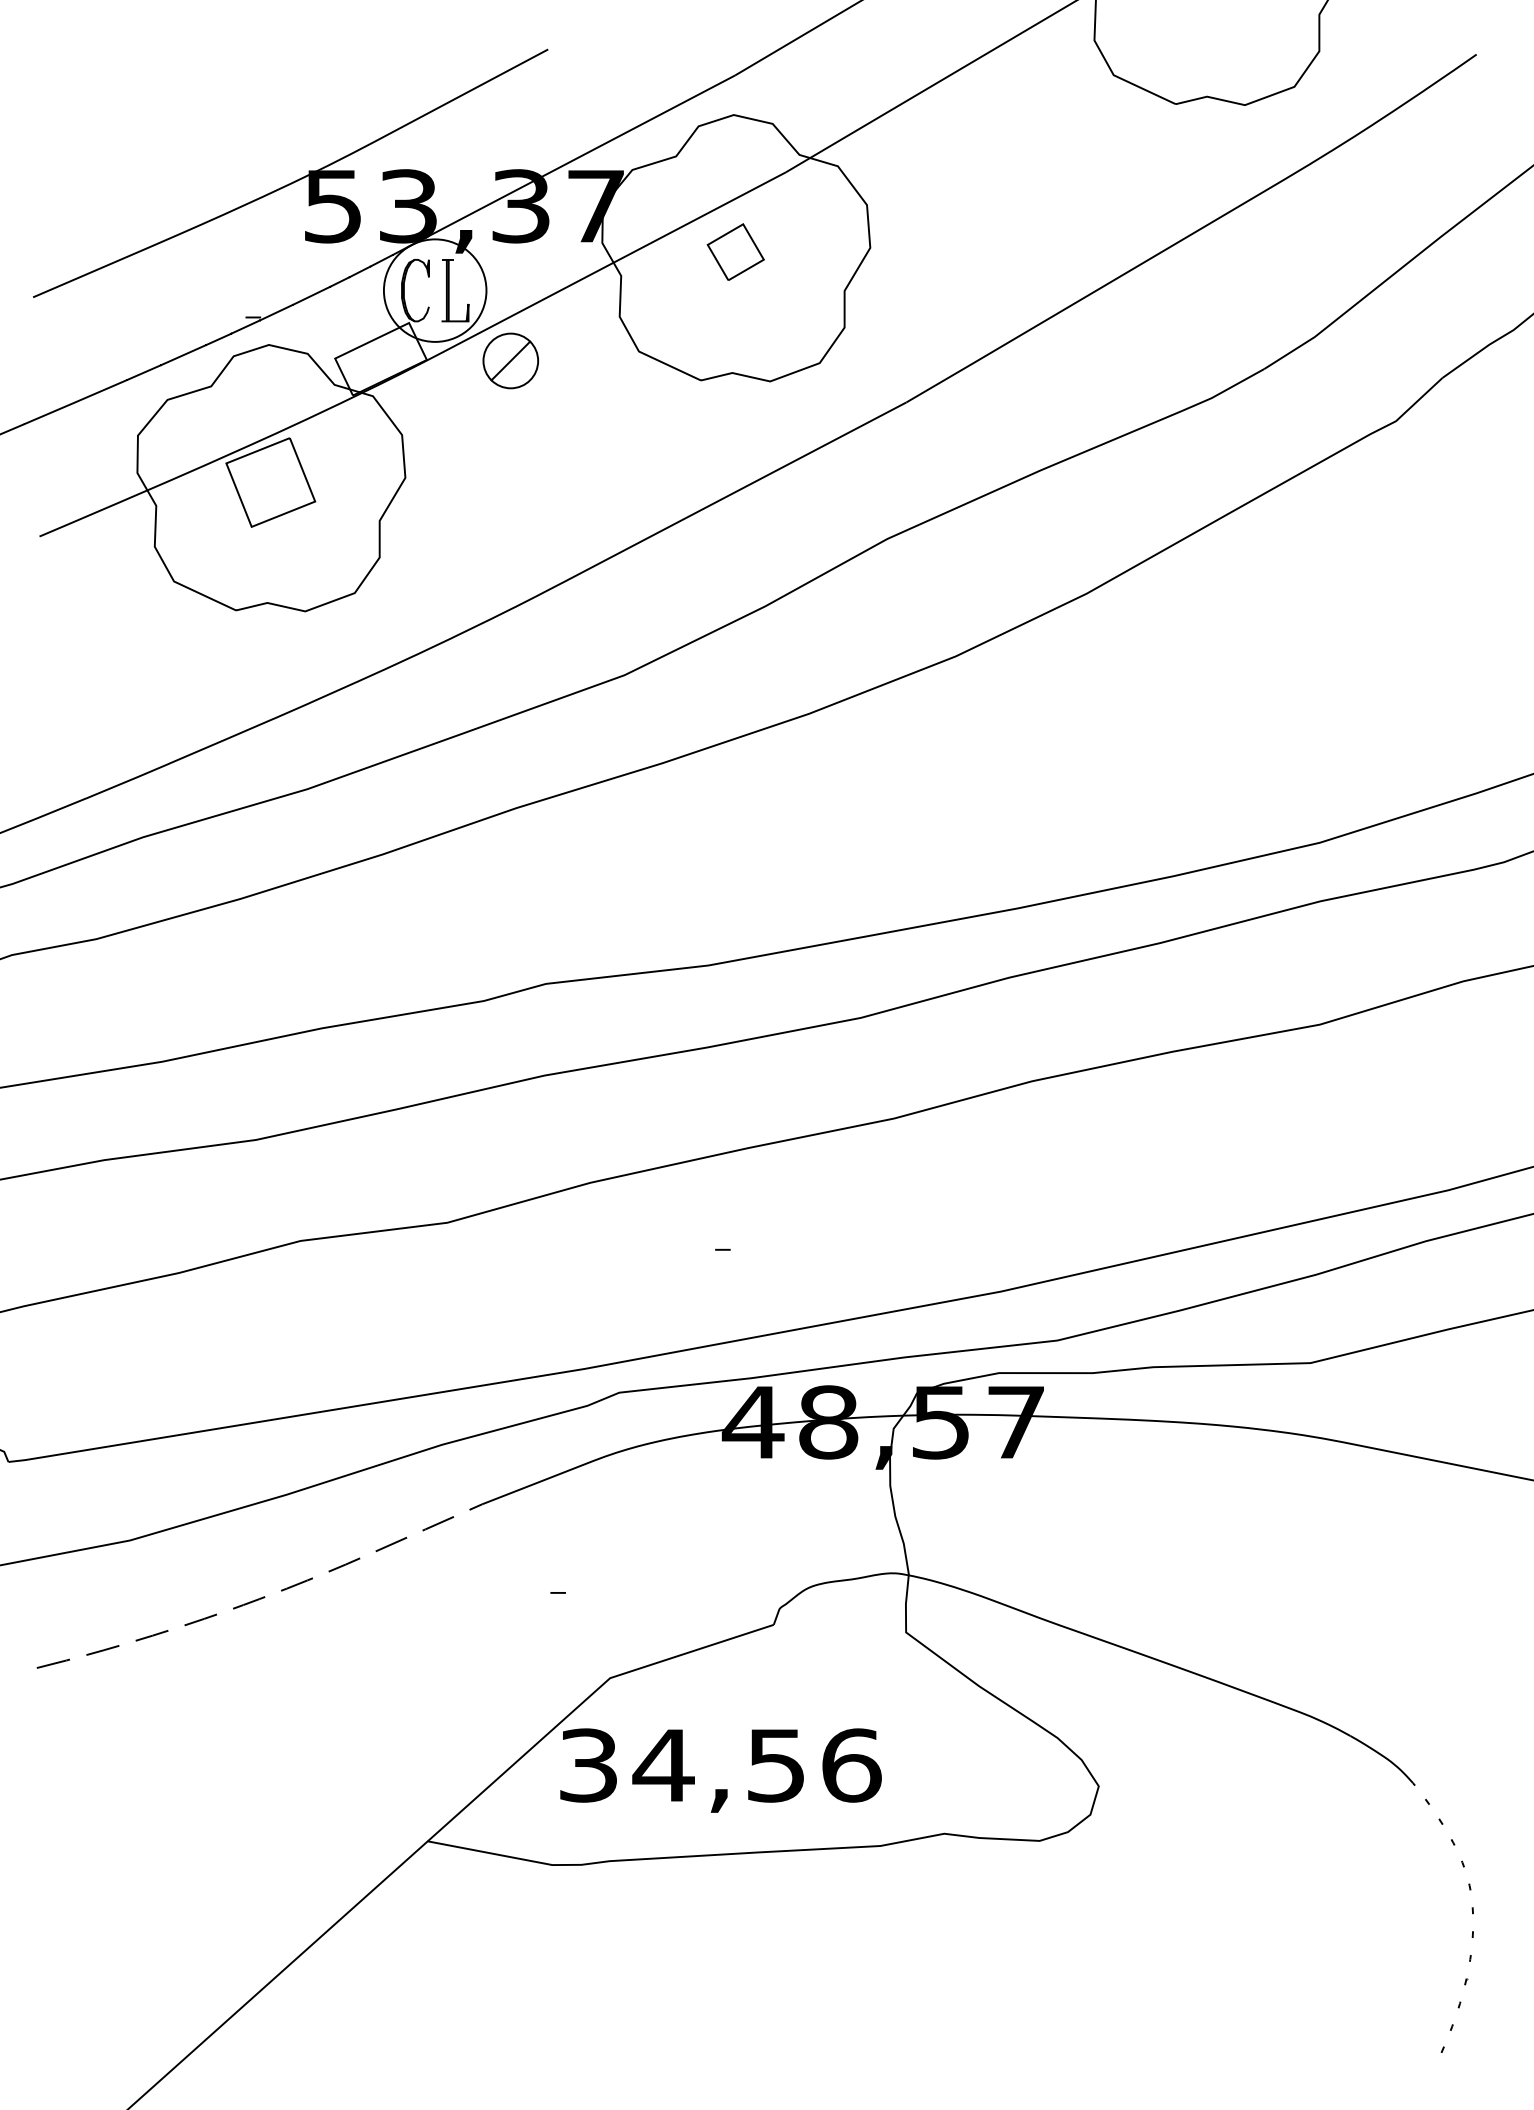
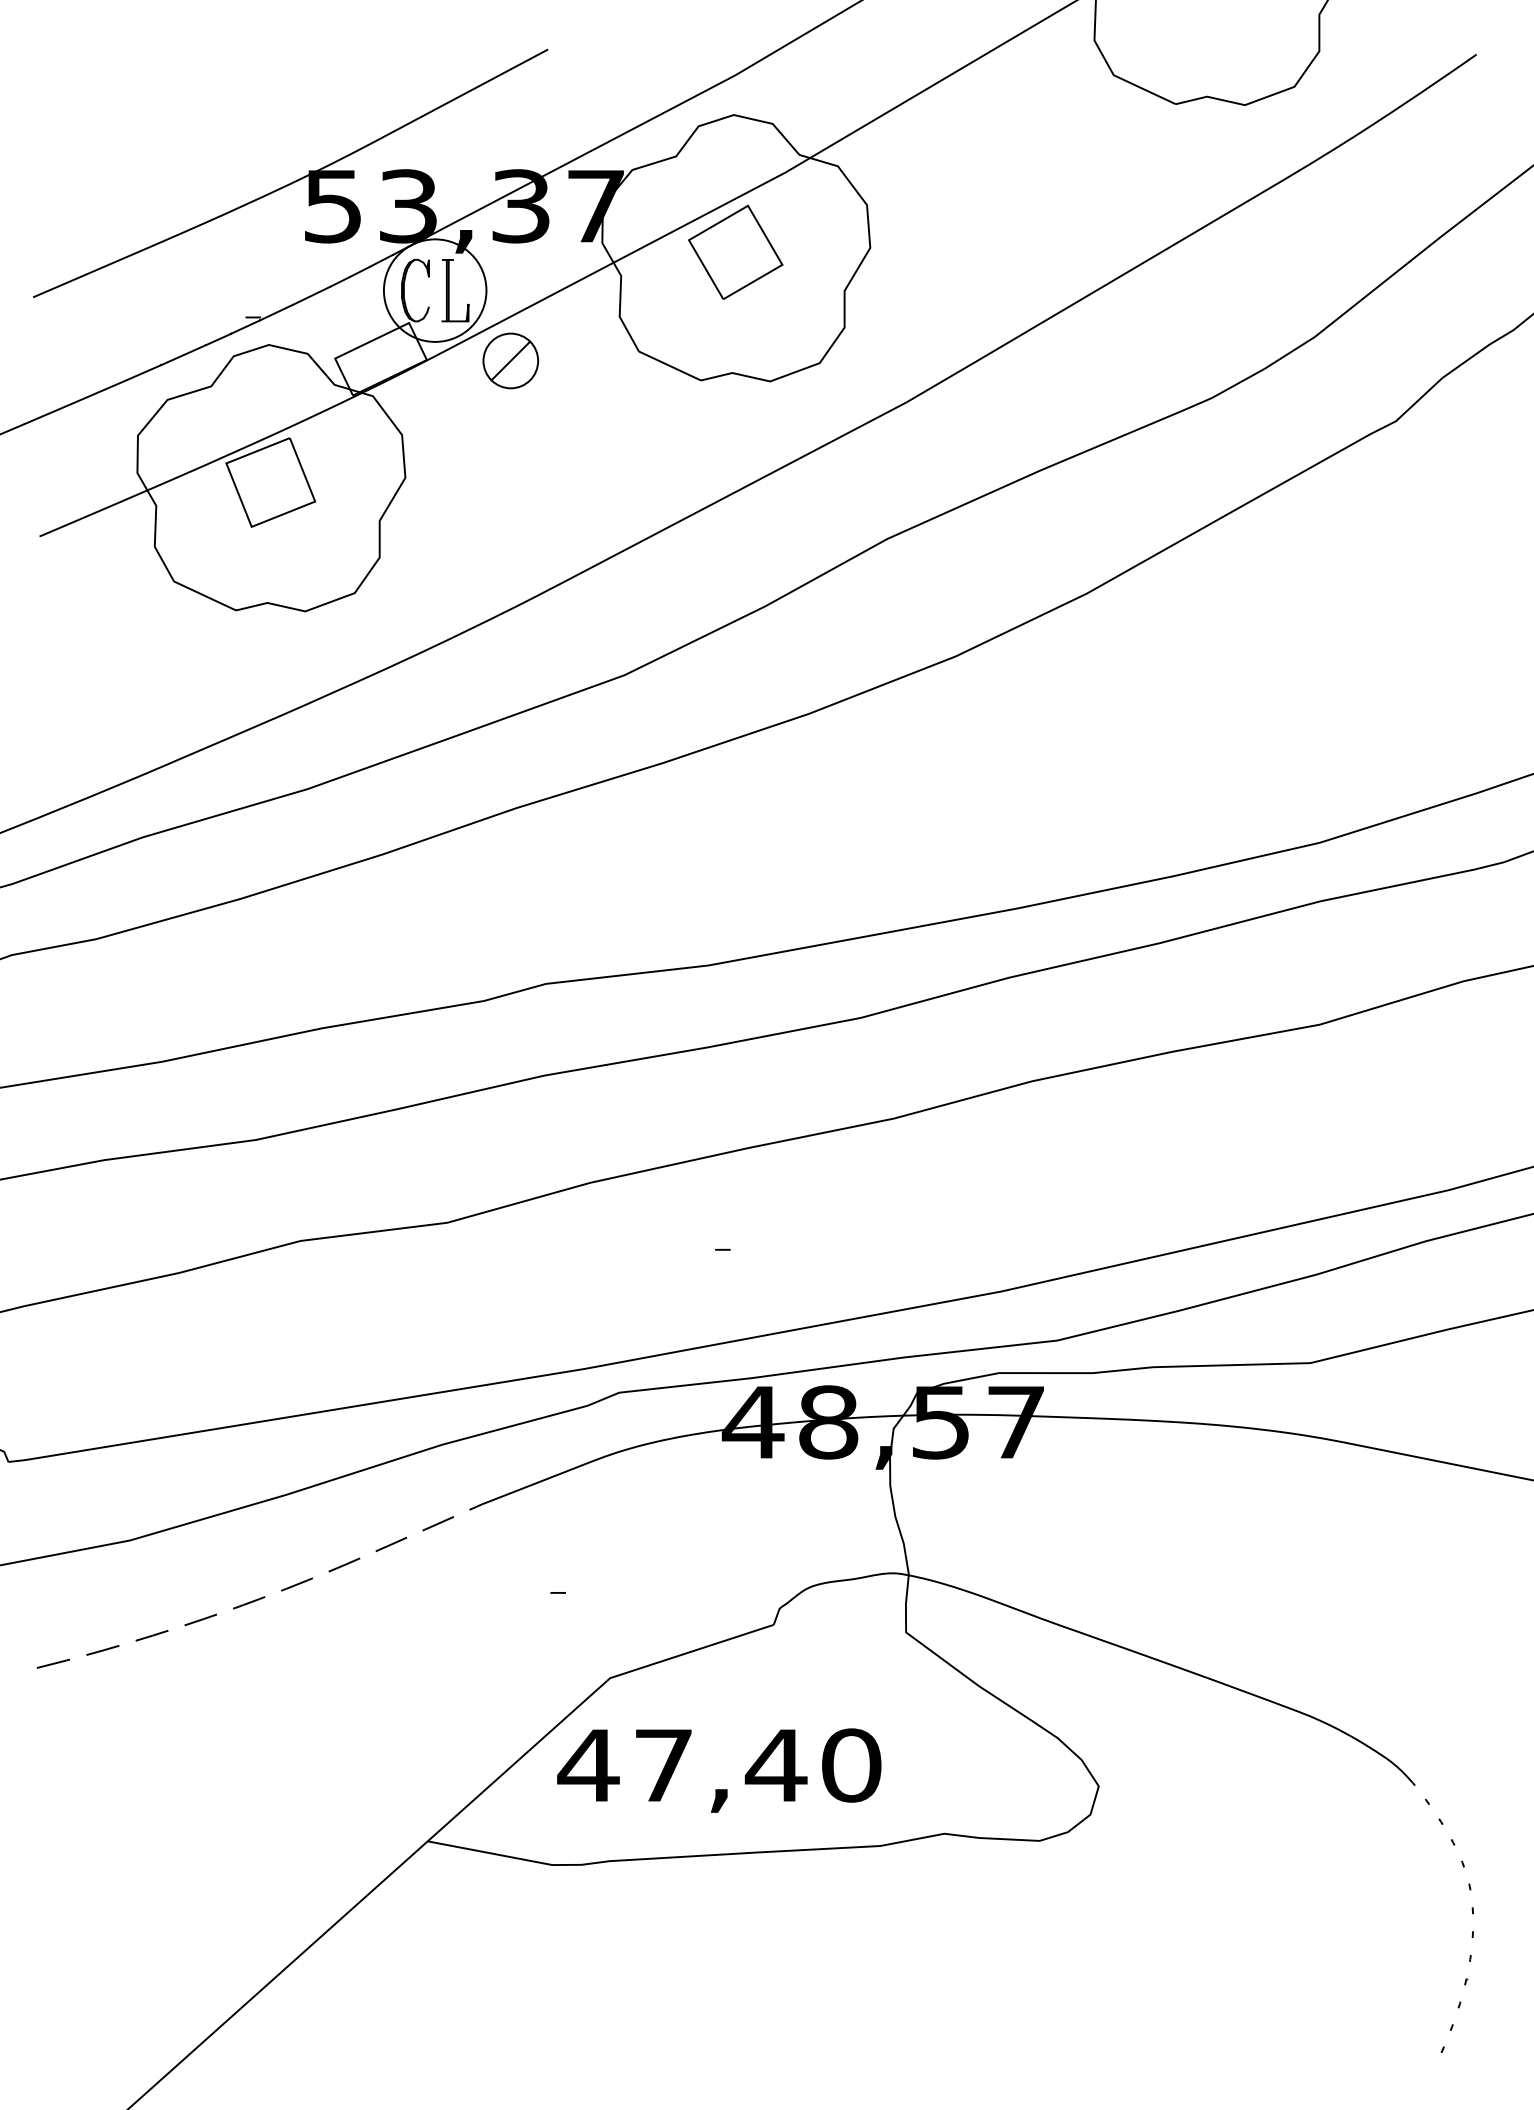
part at (735, 251) size: 59x58 px -> 96x96 px
text at (719, 1765): 34,56 -> 47,40
